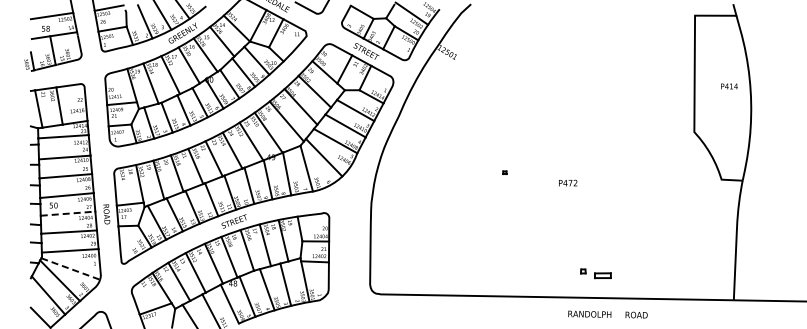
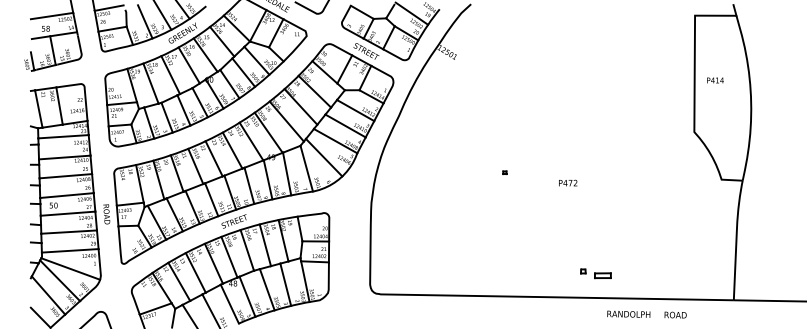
text at (729, 86) position: (729, 86) -> (715, 80)
line at (68, 213): dashed -> solid
line at (71, 269): dashed -> solid
text at (607, 314) position: (607, 314) -> (646, 314)
